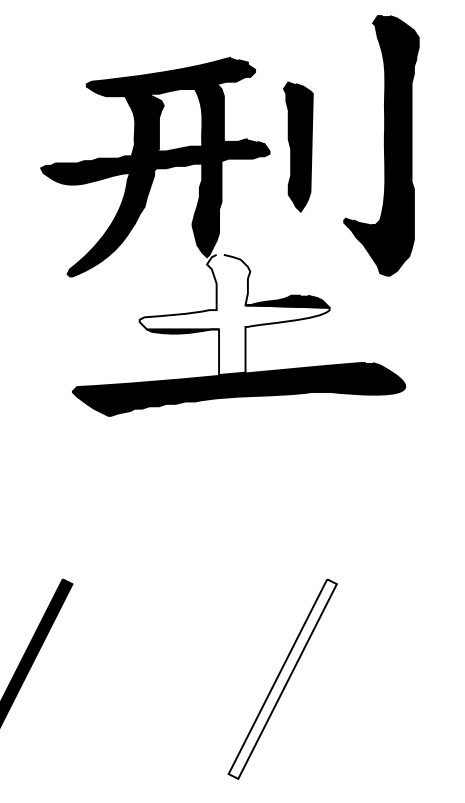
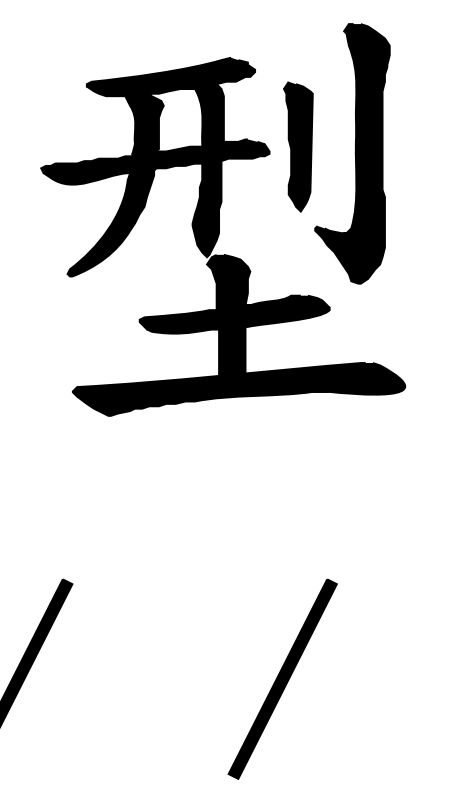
part at (381, 145) position: (381, 145) -> (352, 153)
fill at (234, 314): none -> present
fill at (282, 678): none -> present
